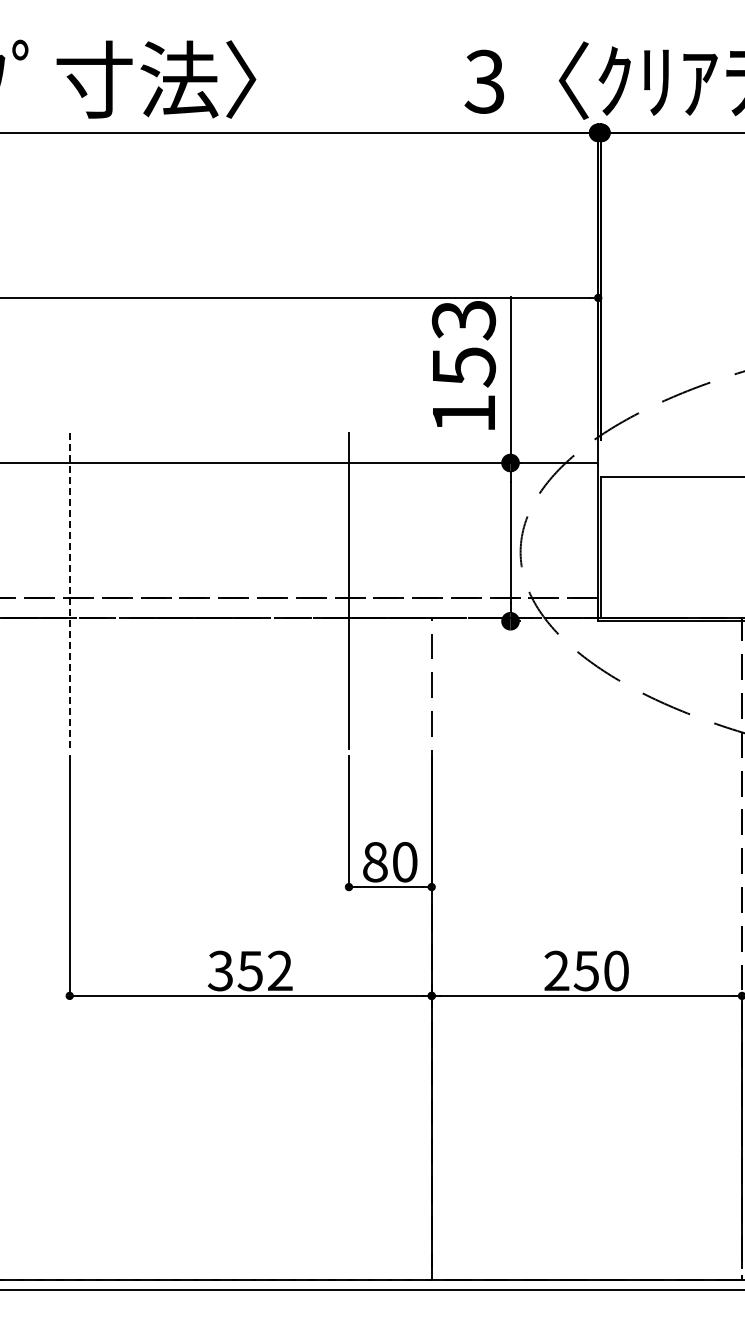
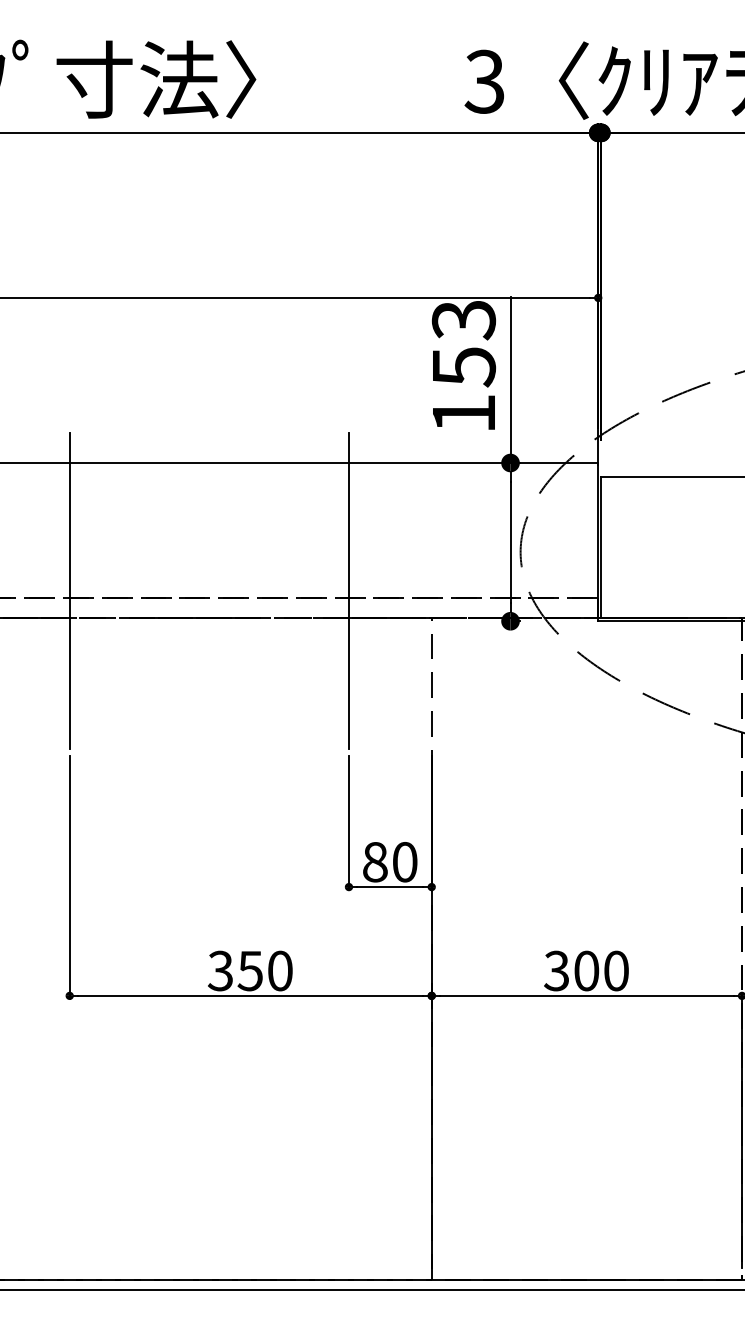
line at (69, 590): dashed -> solid
text at (280, 970): 352 -> 350
text at (571, 970): 250 -> 300
